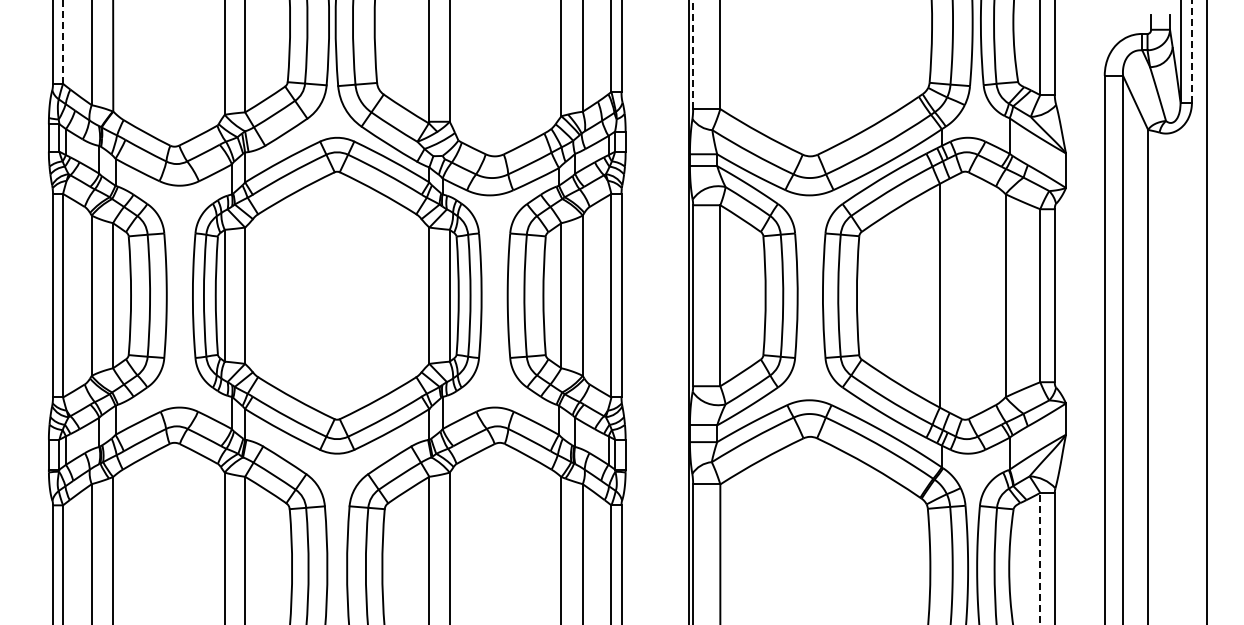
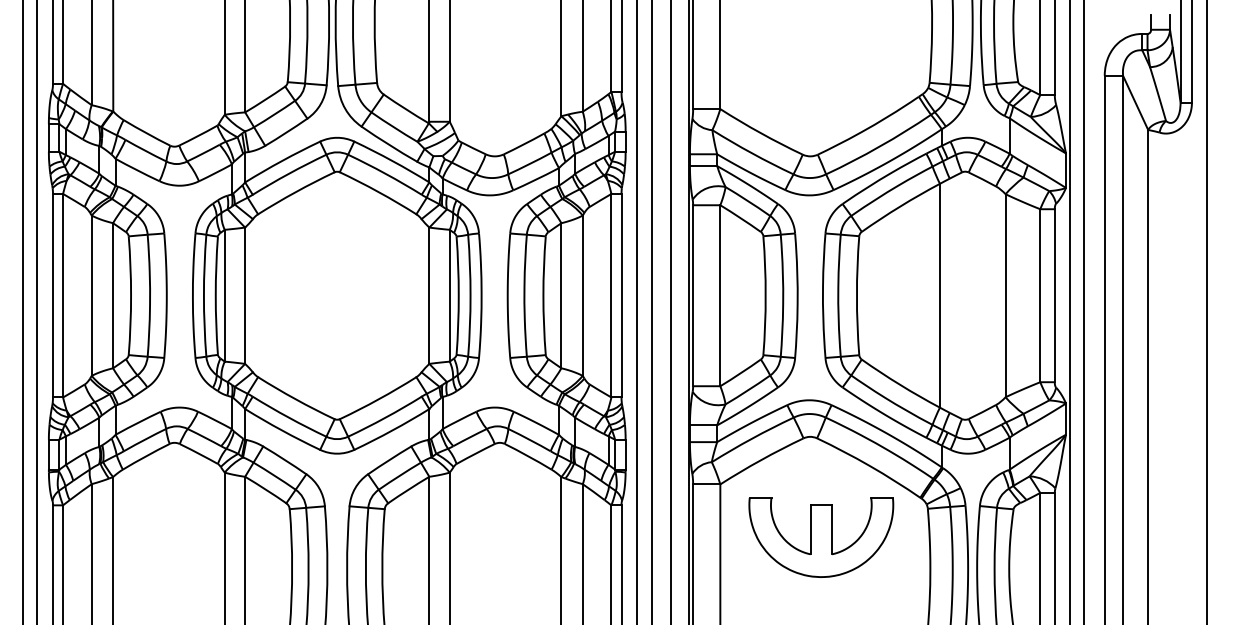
line at (63, 42): dashed -> solid
line at (1191, 51): dashed -> solid
line at (693, 54): dashed -> solid
line at (22, 311): none -> present
line at (37, 311): none -> present
line at (637, 311): none -> present
line at (651, 311): none -> present
line at (671, 311): none -> present
line at (1069, 311): none -> present
line at (1083, 311): none -> present
part at (821, 537): none -> present
line at (1040, 558): dashed -> solid
